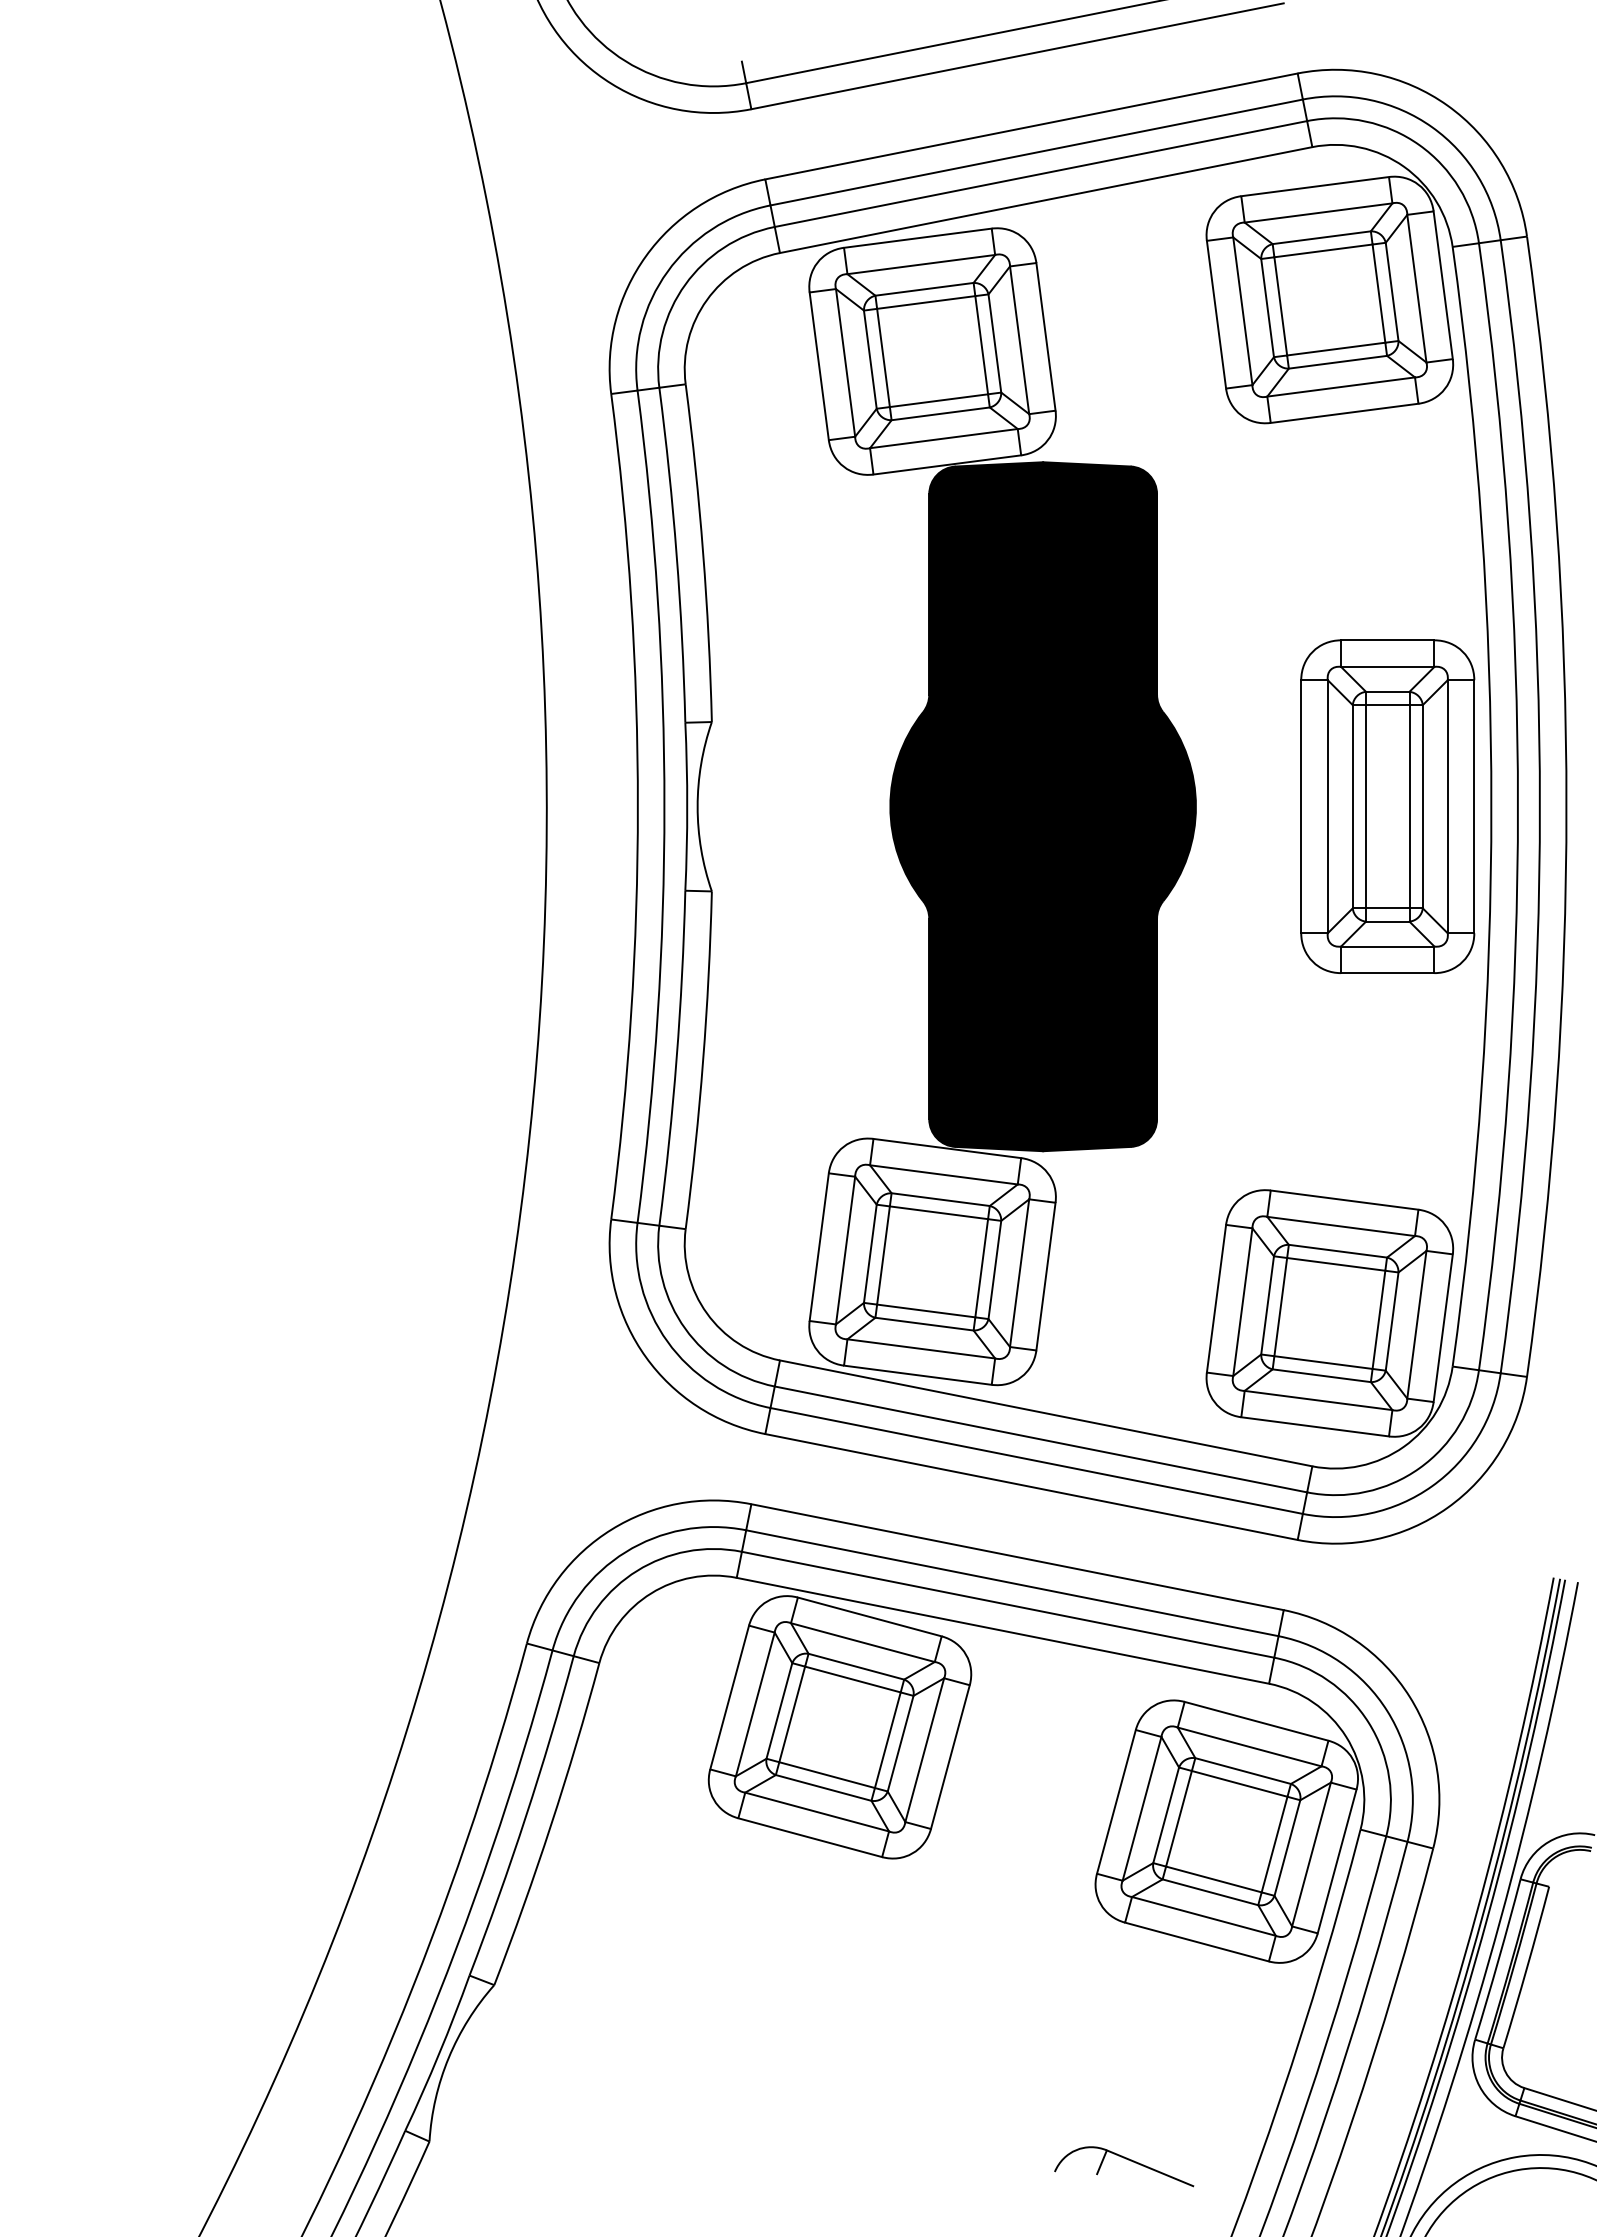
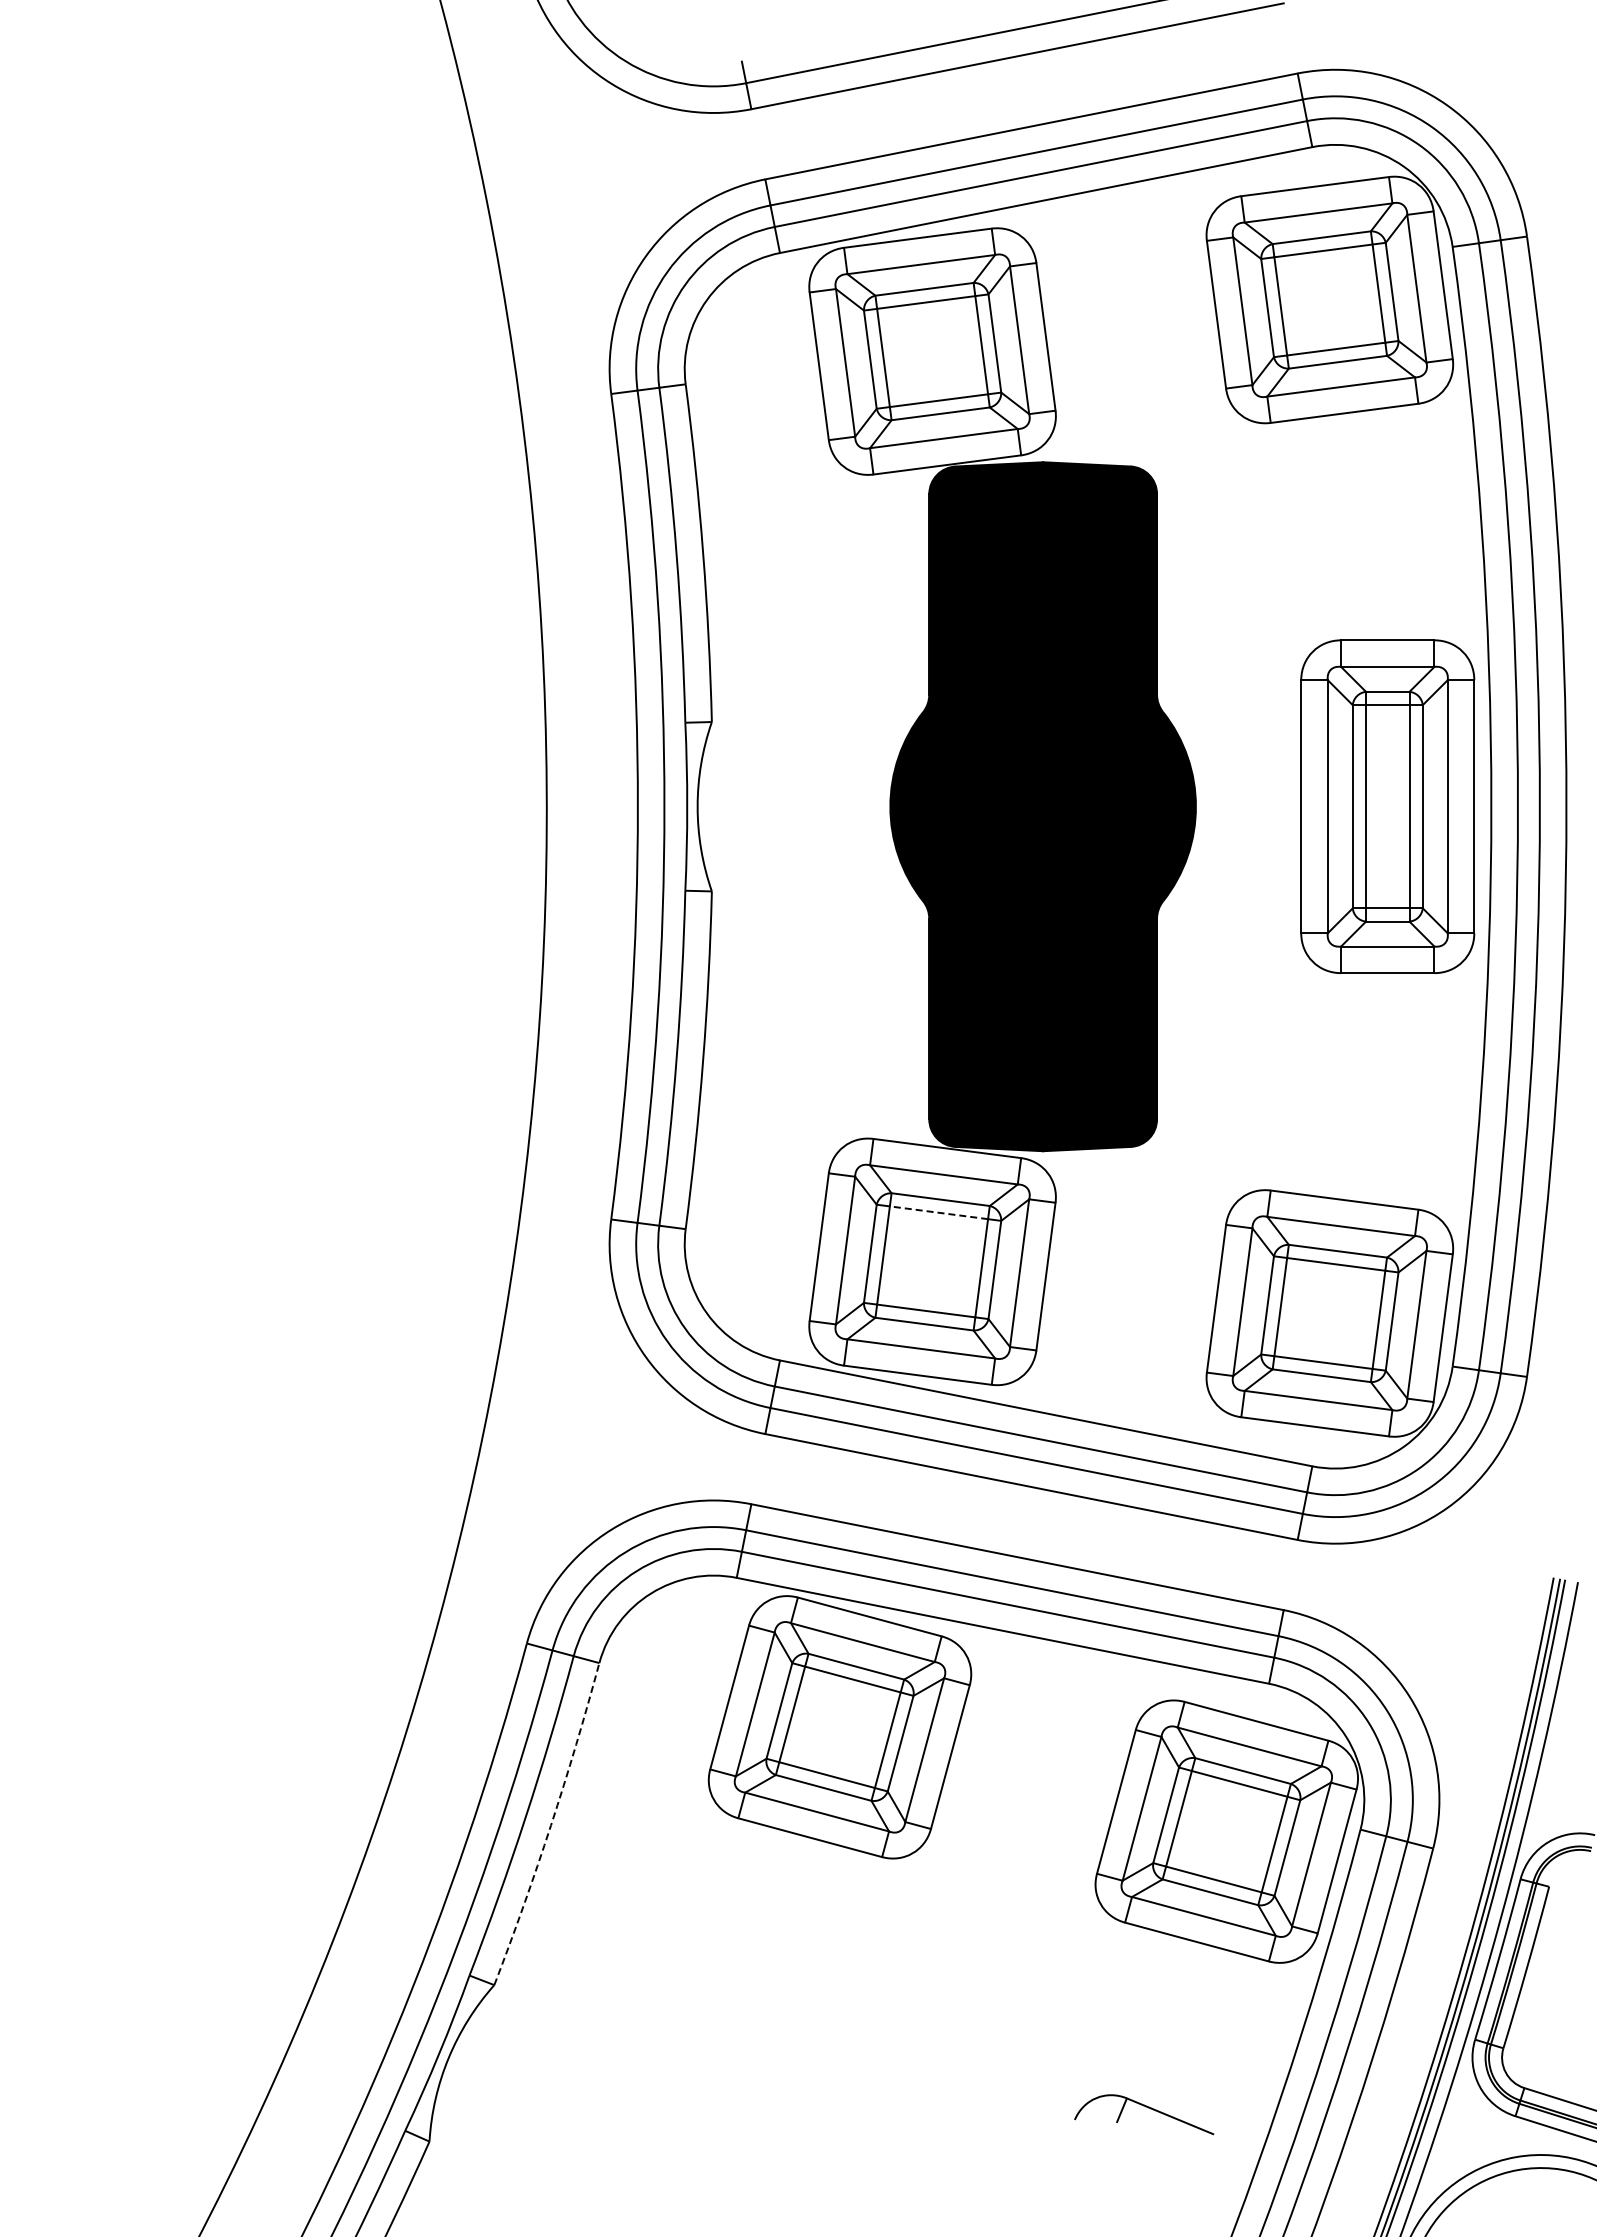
line at (938, 1212): solid -> dashed
arc at (551, 1825): solid -> dashed
part at (1125, 2159) position: (1125, 2159) -> (1145, 2107)
